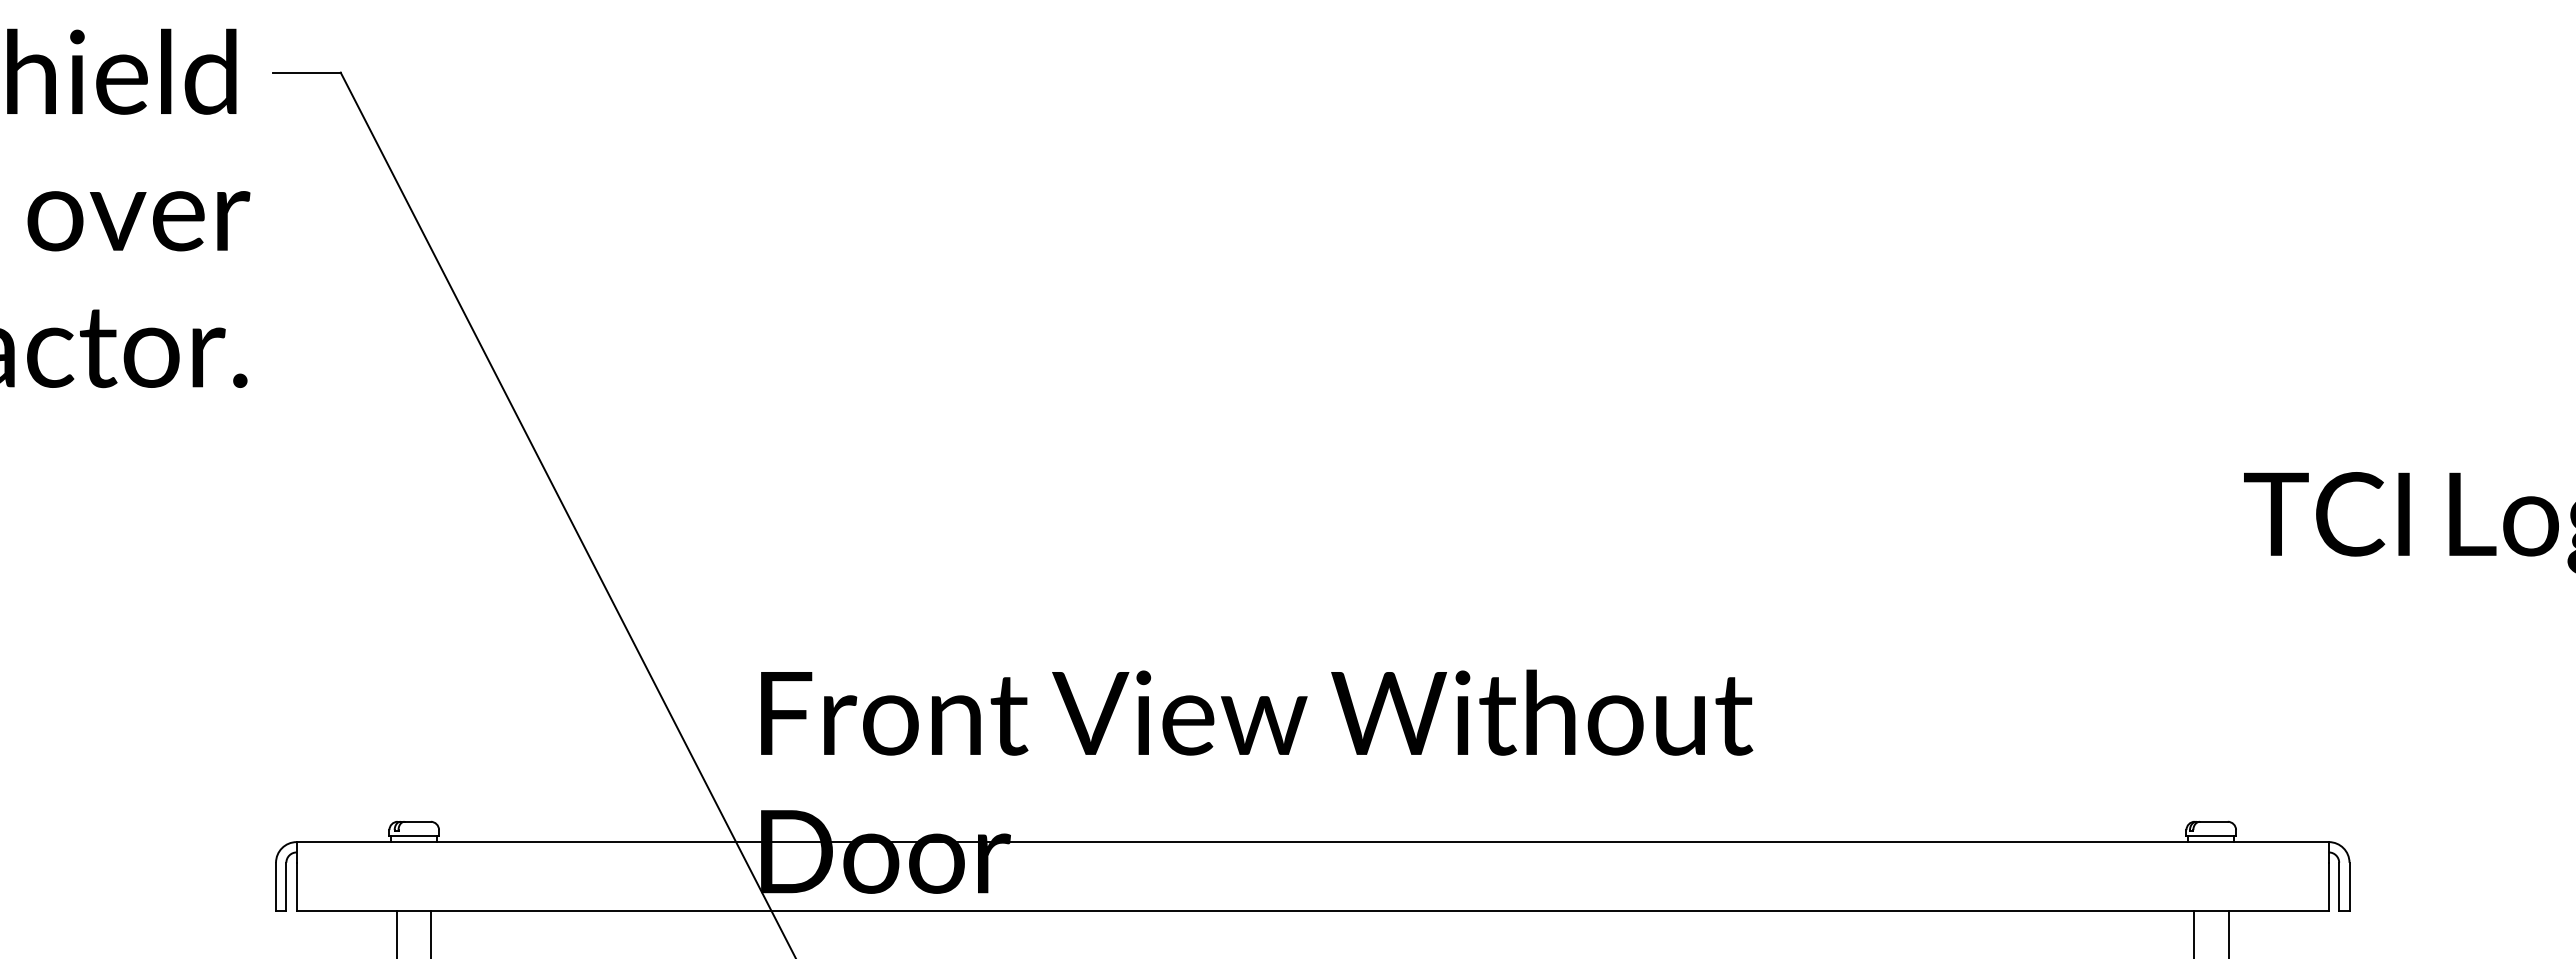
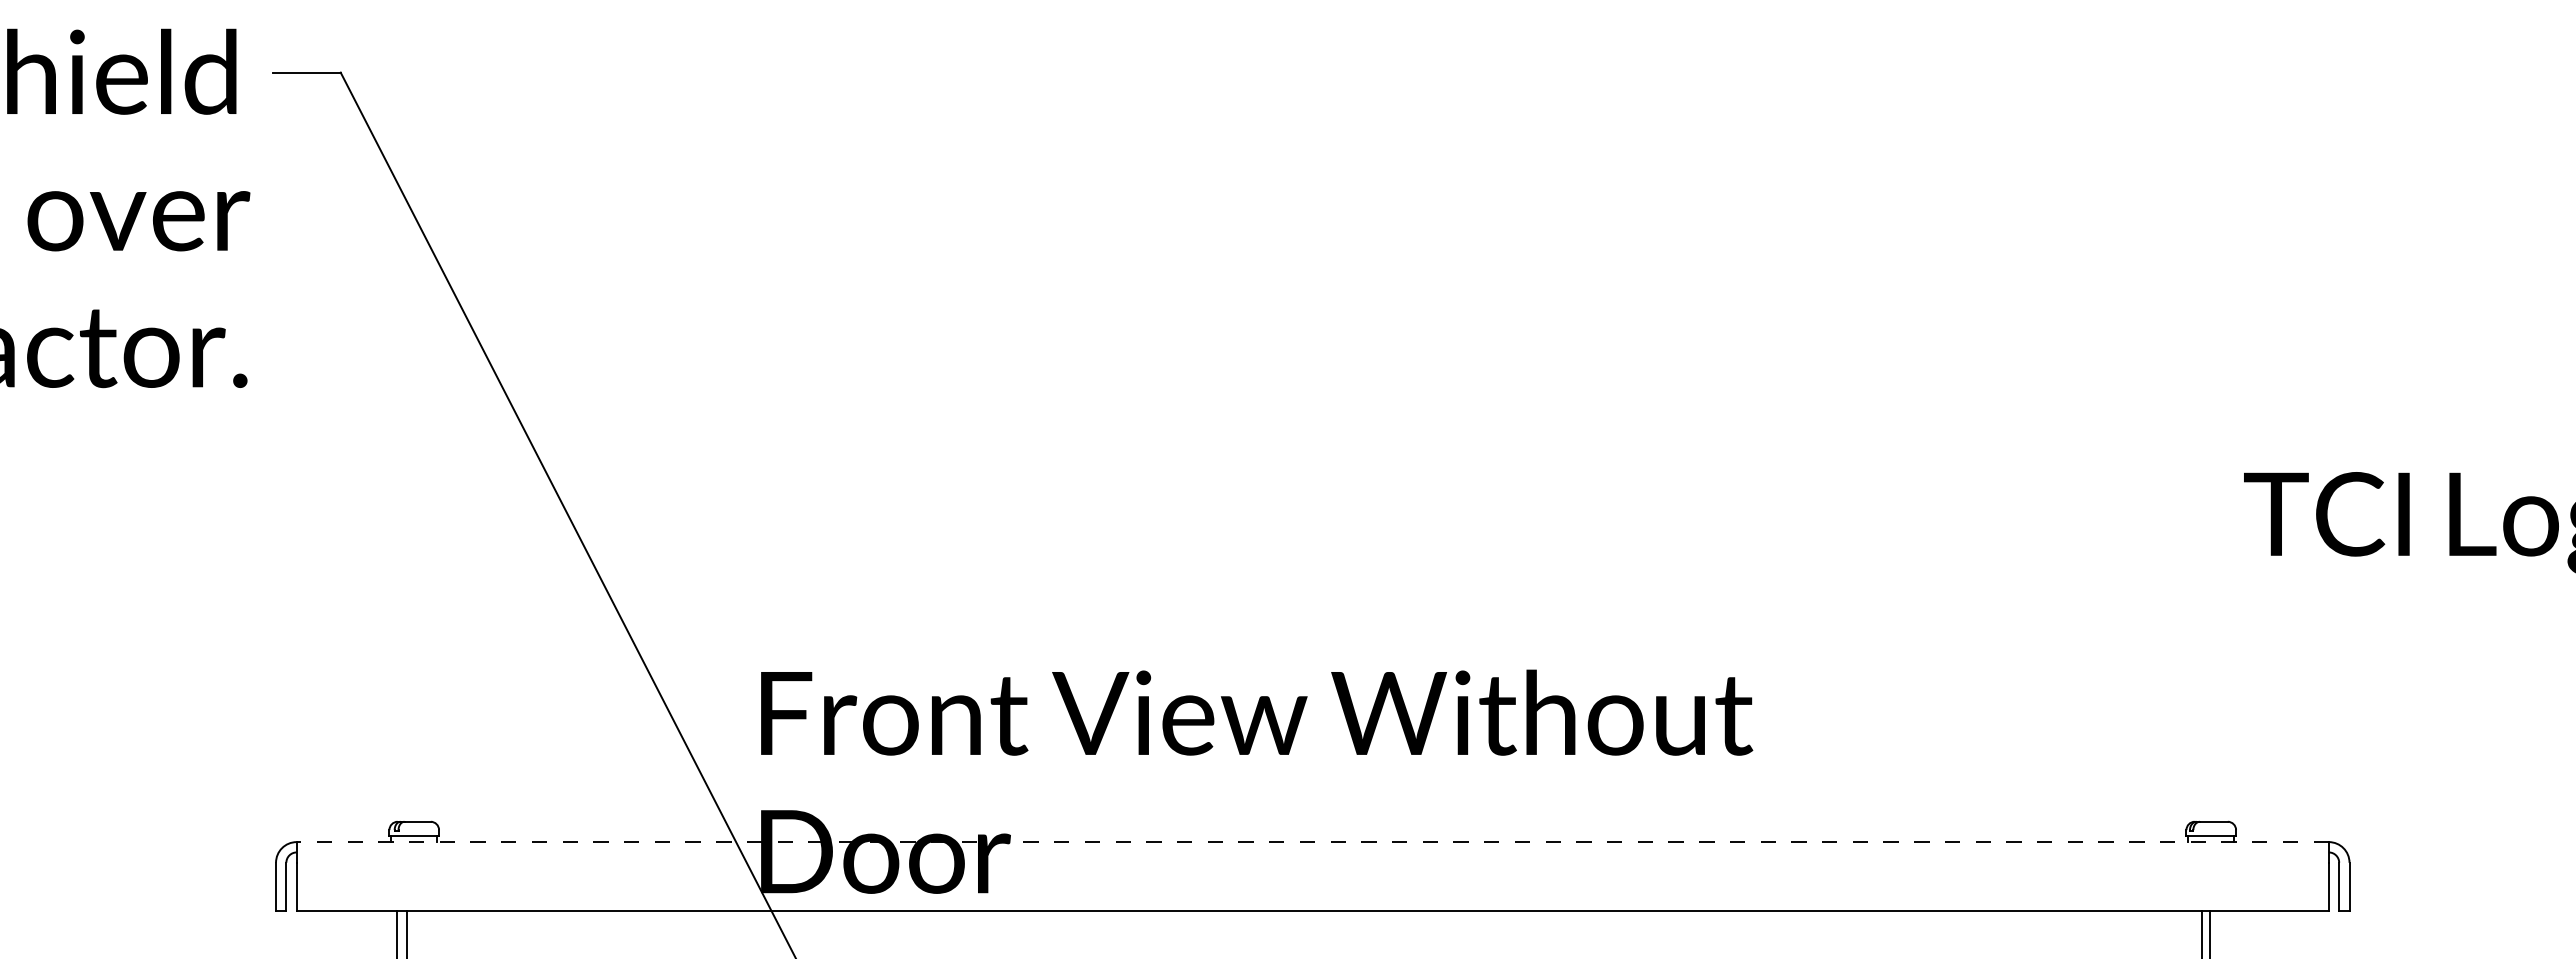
line at (1312, 842): solid -> dashed
line at (431, 933) position: (431, 933) -> (407, 933)
line at (2194, 933) position: (2194, 933) -> (2210, 933)
line at (2228, 933) position: (2228, 933) -> (2201, 933)
